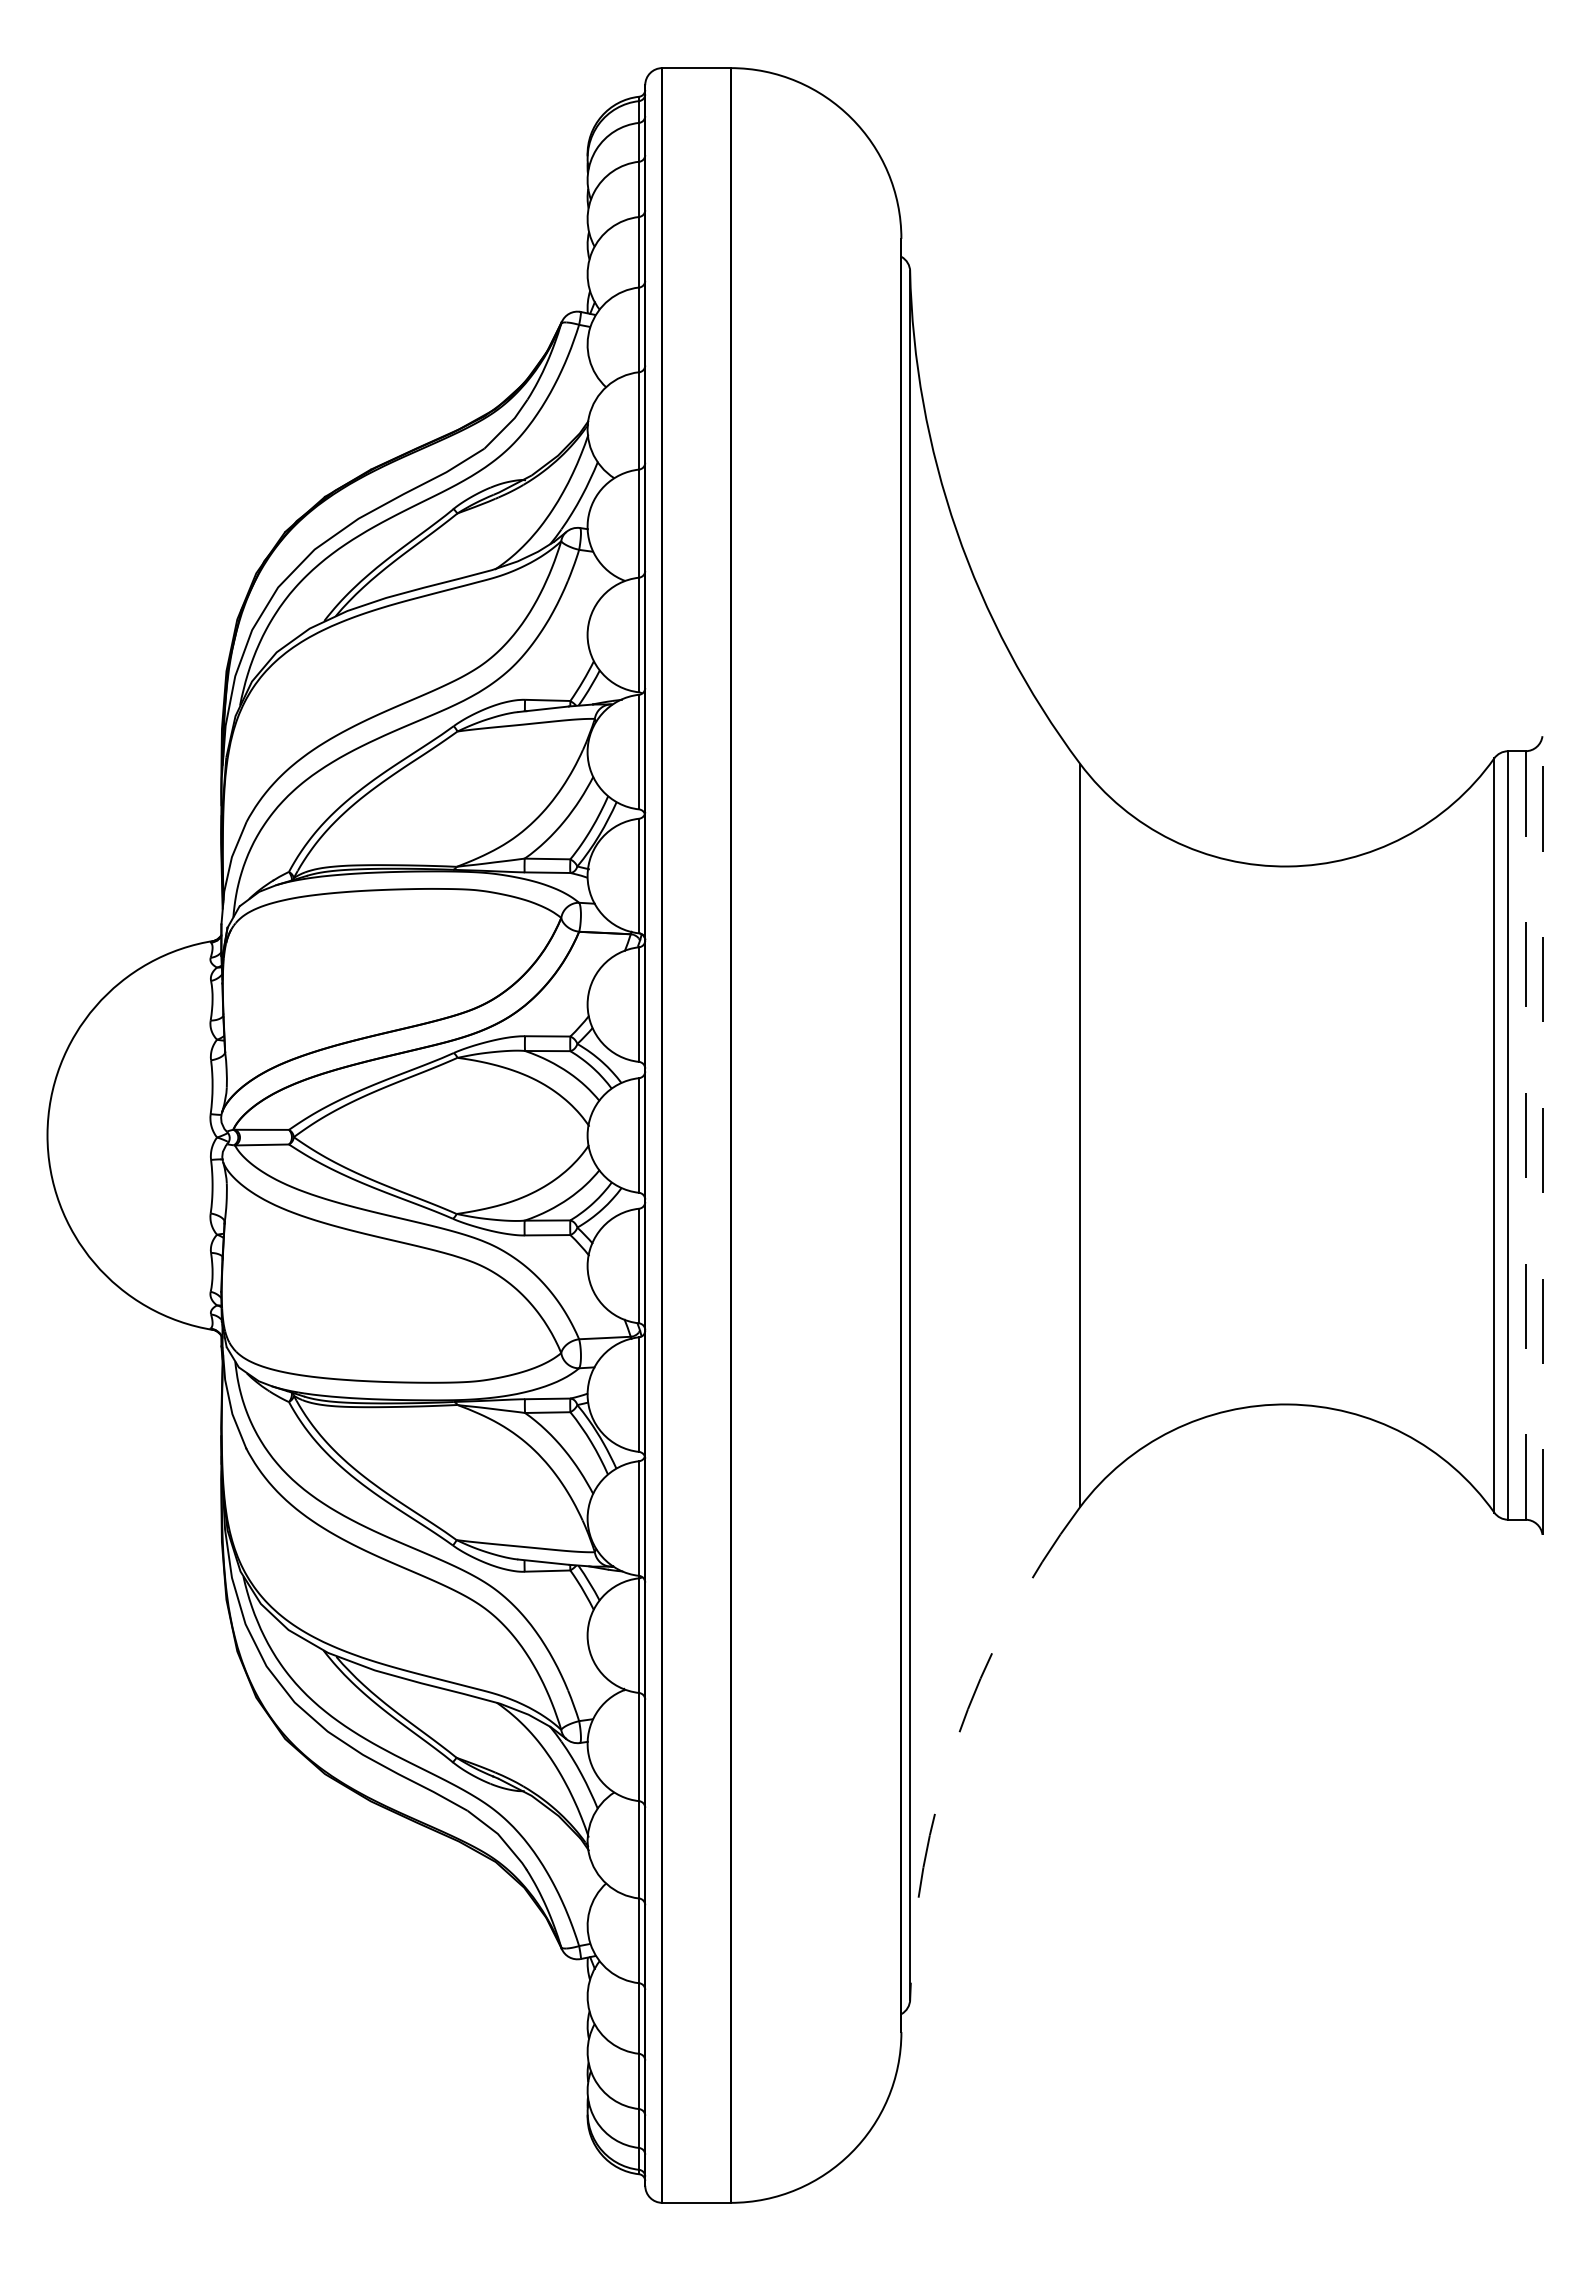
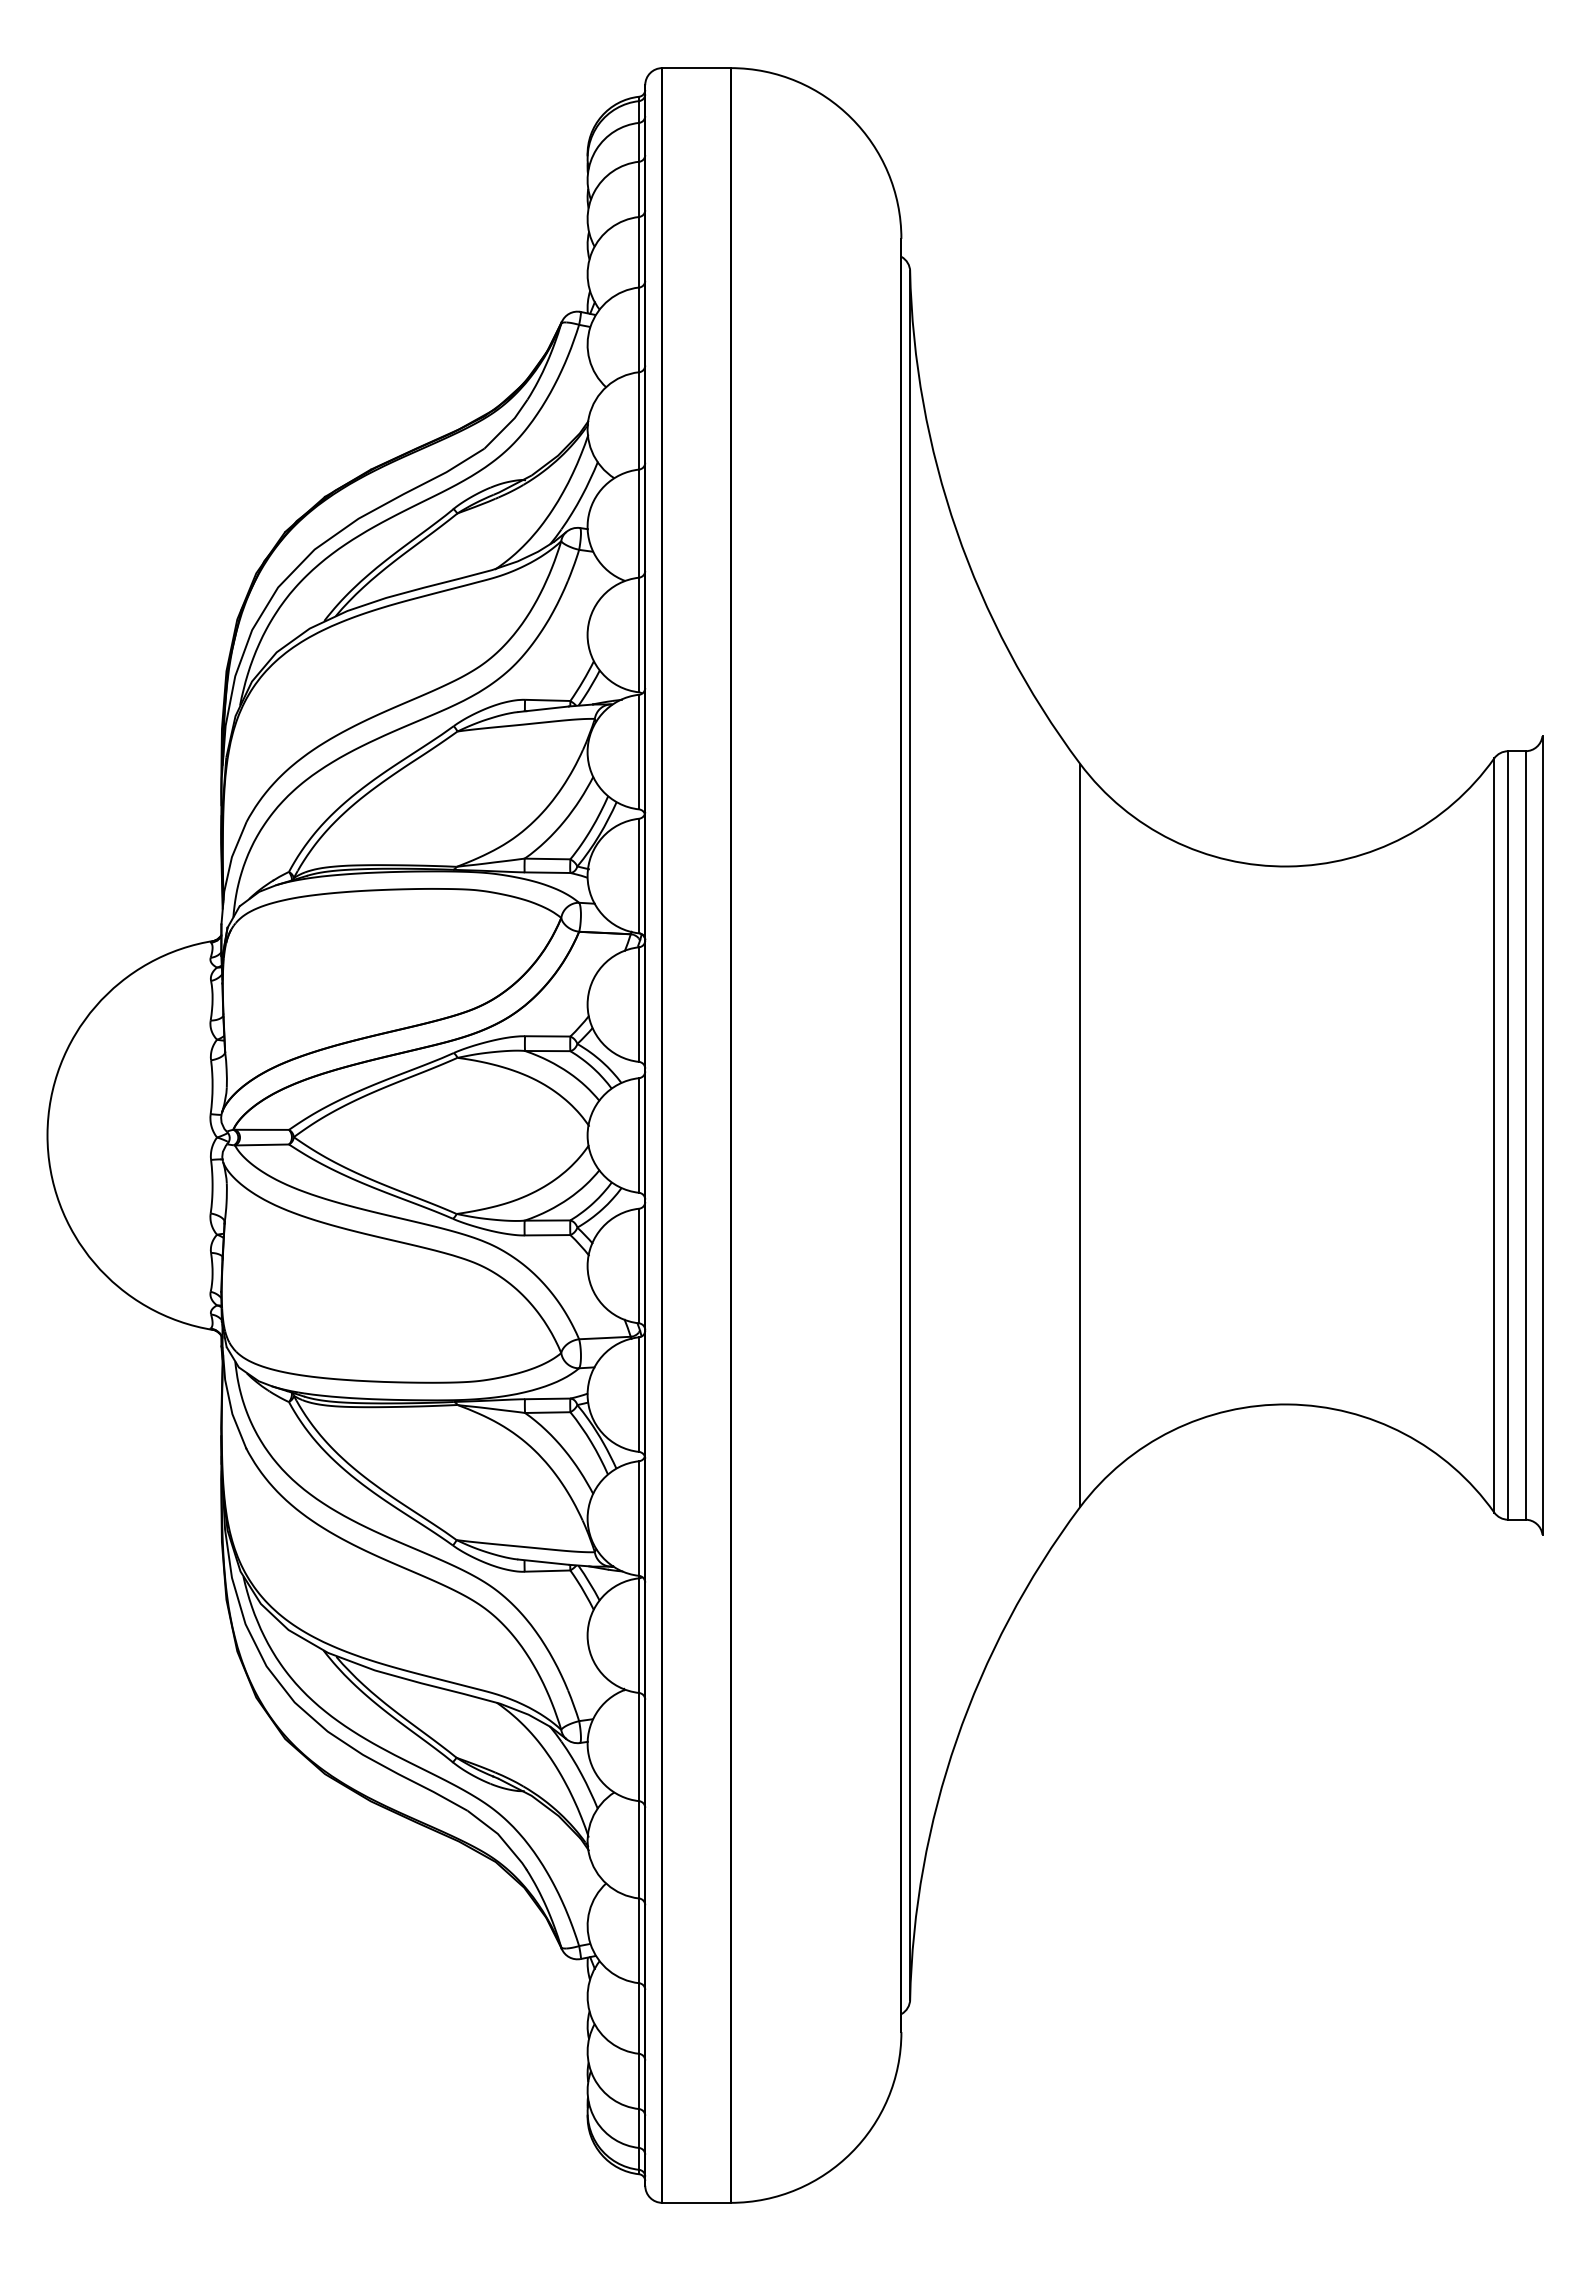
line at (1525, 1134): dashed -> solid
line at (1542, 1134): dashed -> solid
arc at (956, 1740): dashed -> solid
